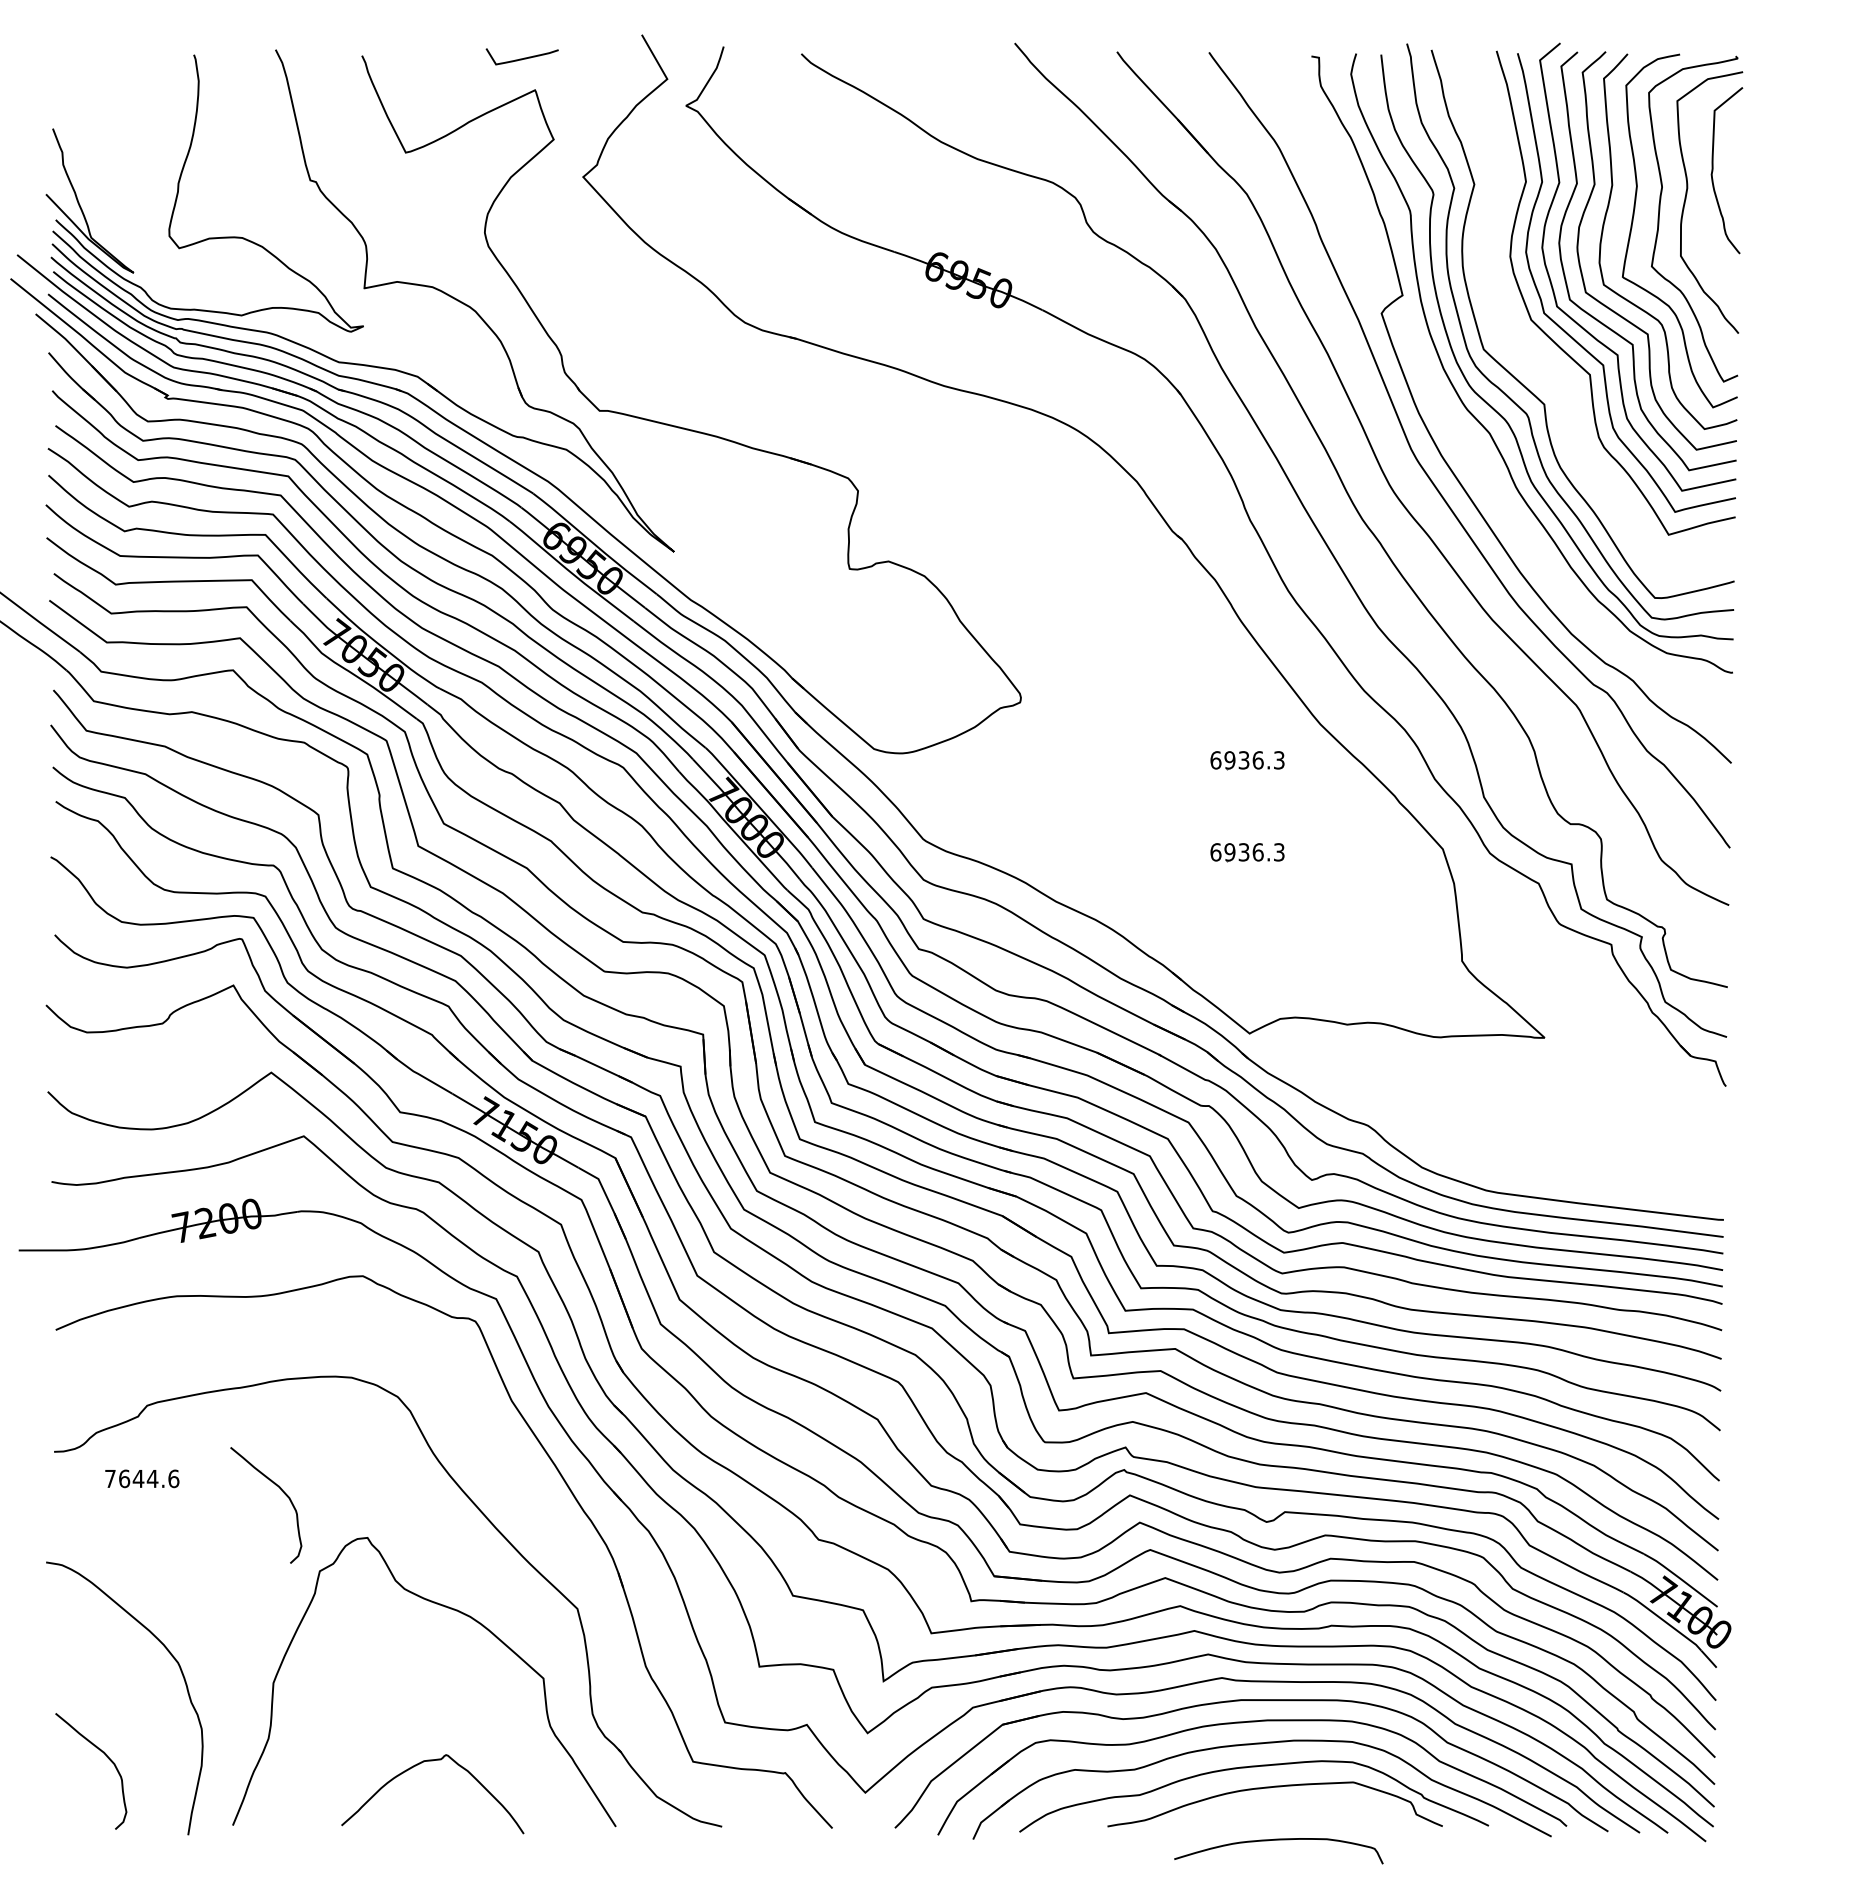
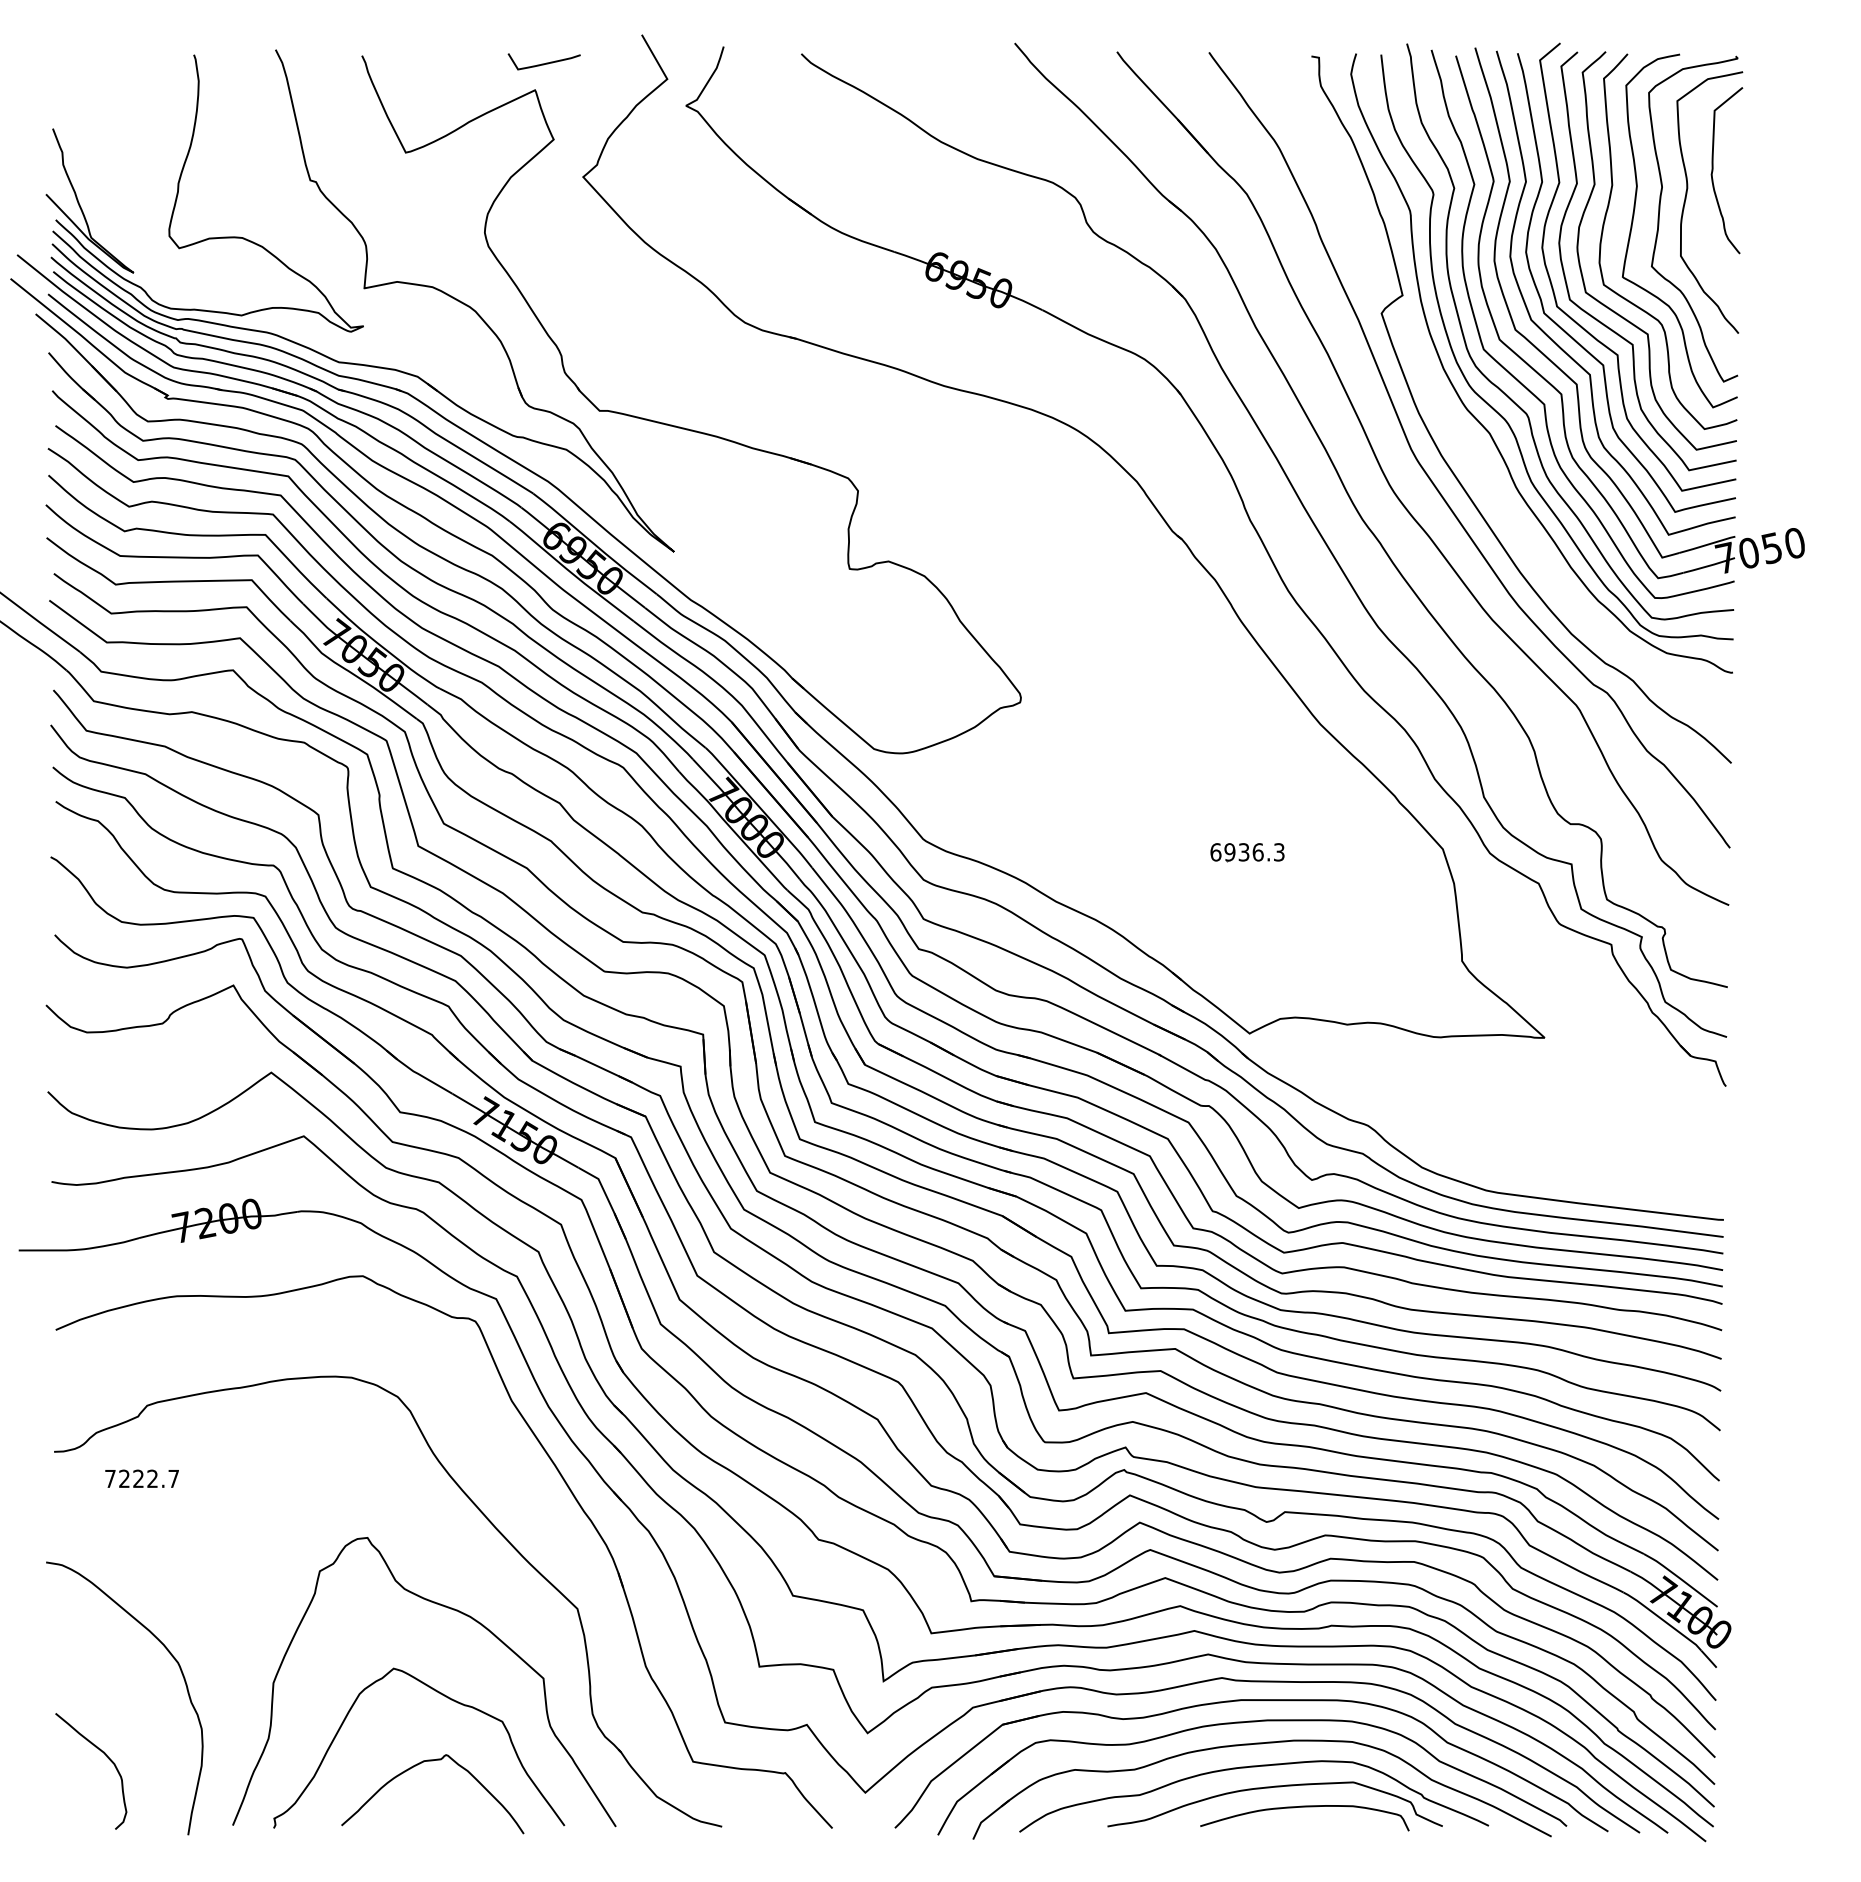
curve at (521, 58) position: (521, 58) -> (543, 63)
part at (1567, 374): none -> present
part at (1247, 760): present -> none
text at (149, 1478): 7644.6 -> 7222.7
curve at (283, 1493): present -> none
curve at (445, 1697): none -> present
curve at (1278, 1840) position: (1278, 1840) -> (1304, 1807)
